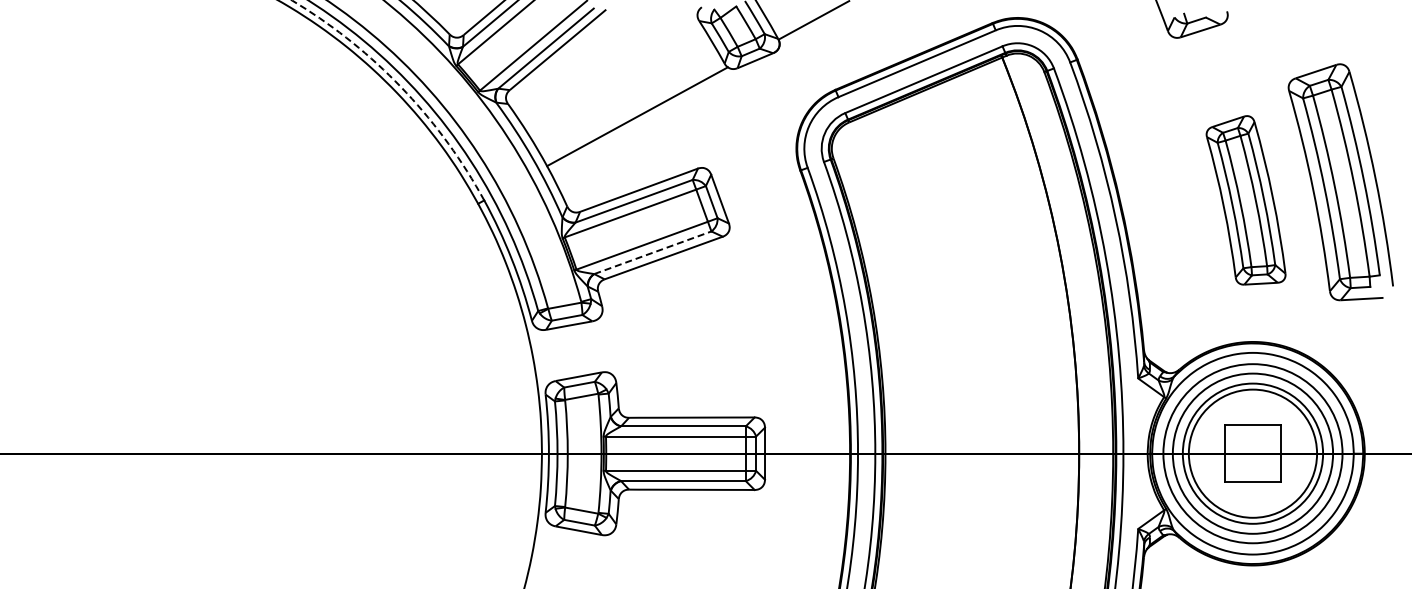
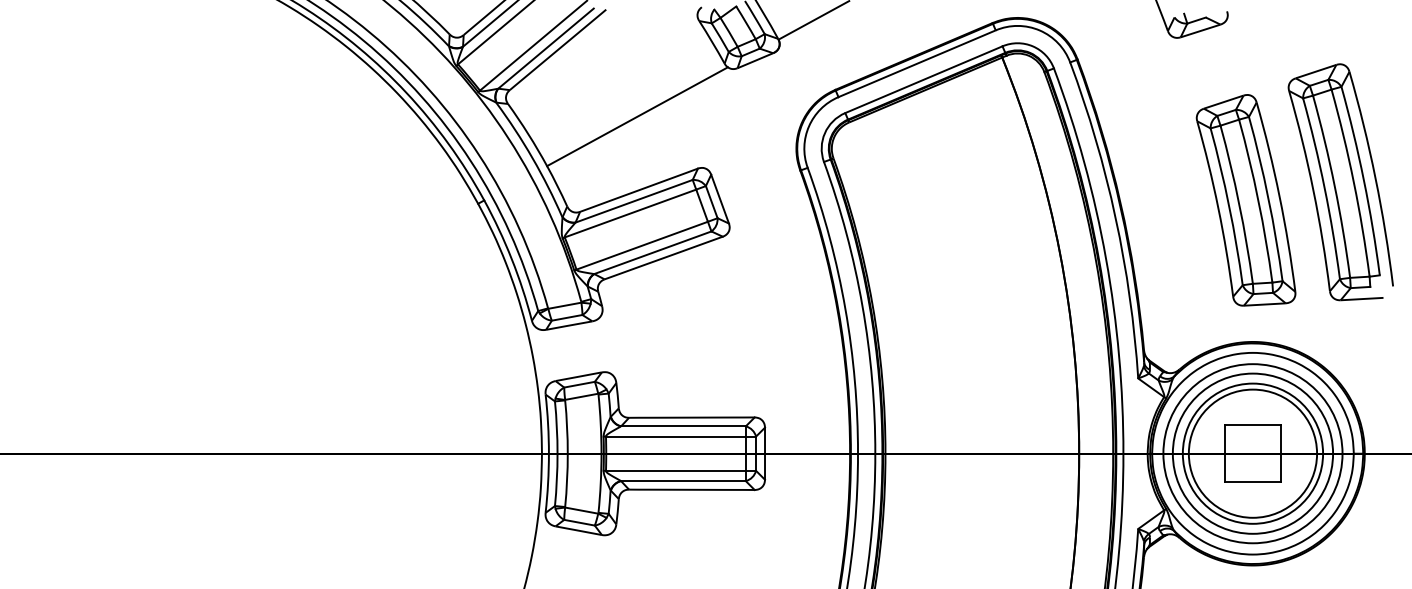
arc at (399, 85): dashed -> solid
part at (1245, 200) size: 82x171 px -> 102x213 px
line at (653, 252): dashed -> solid
